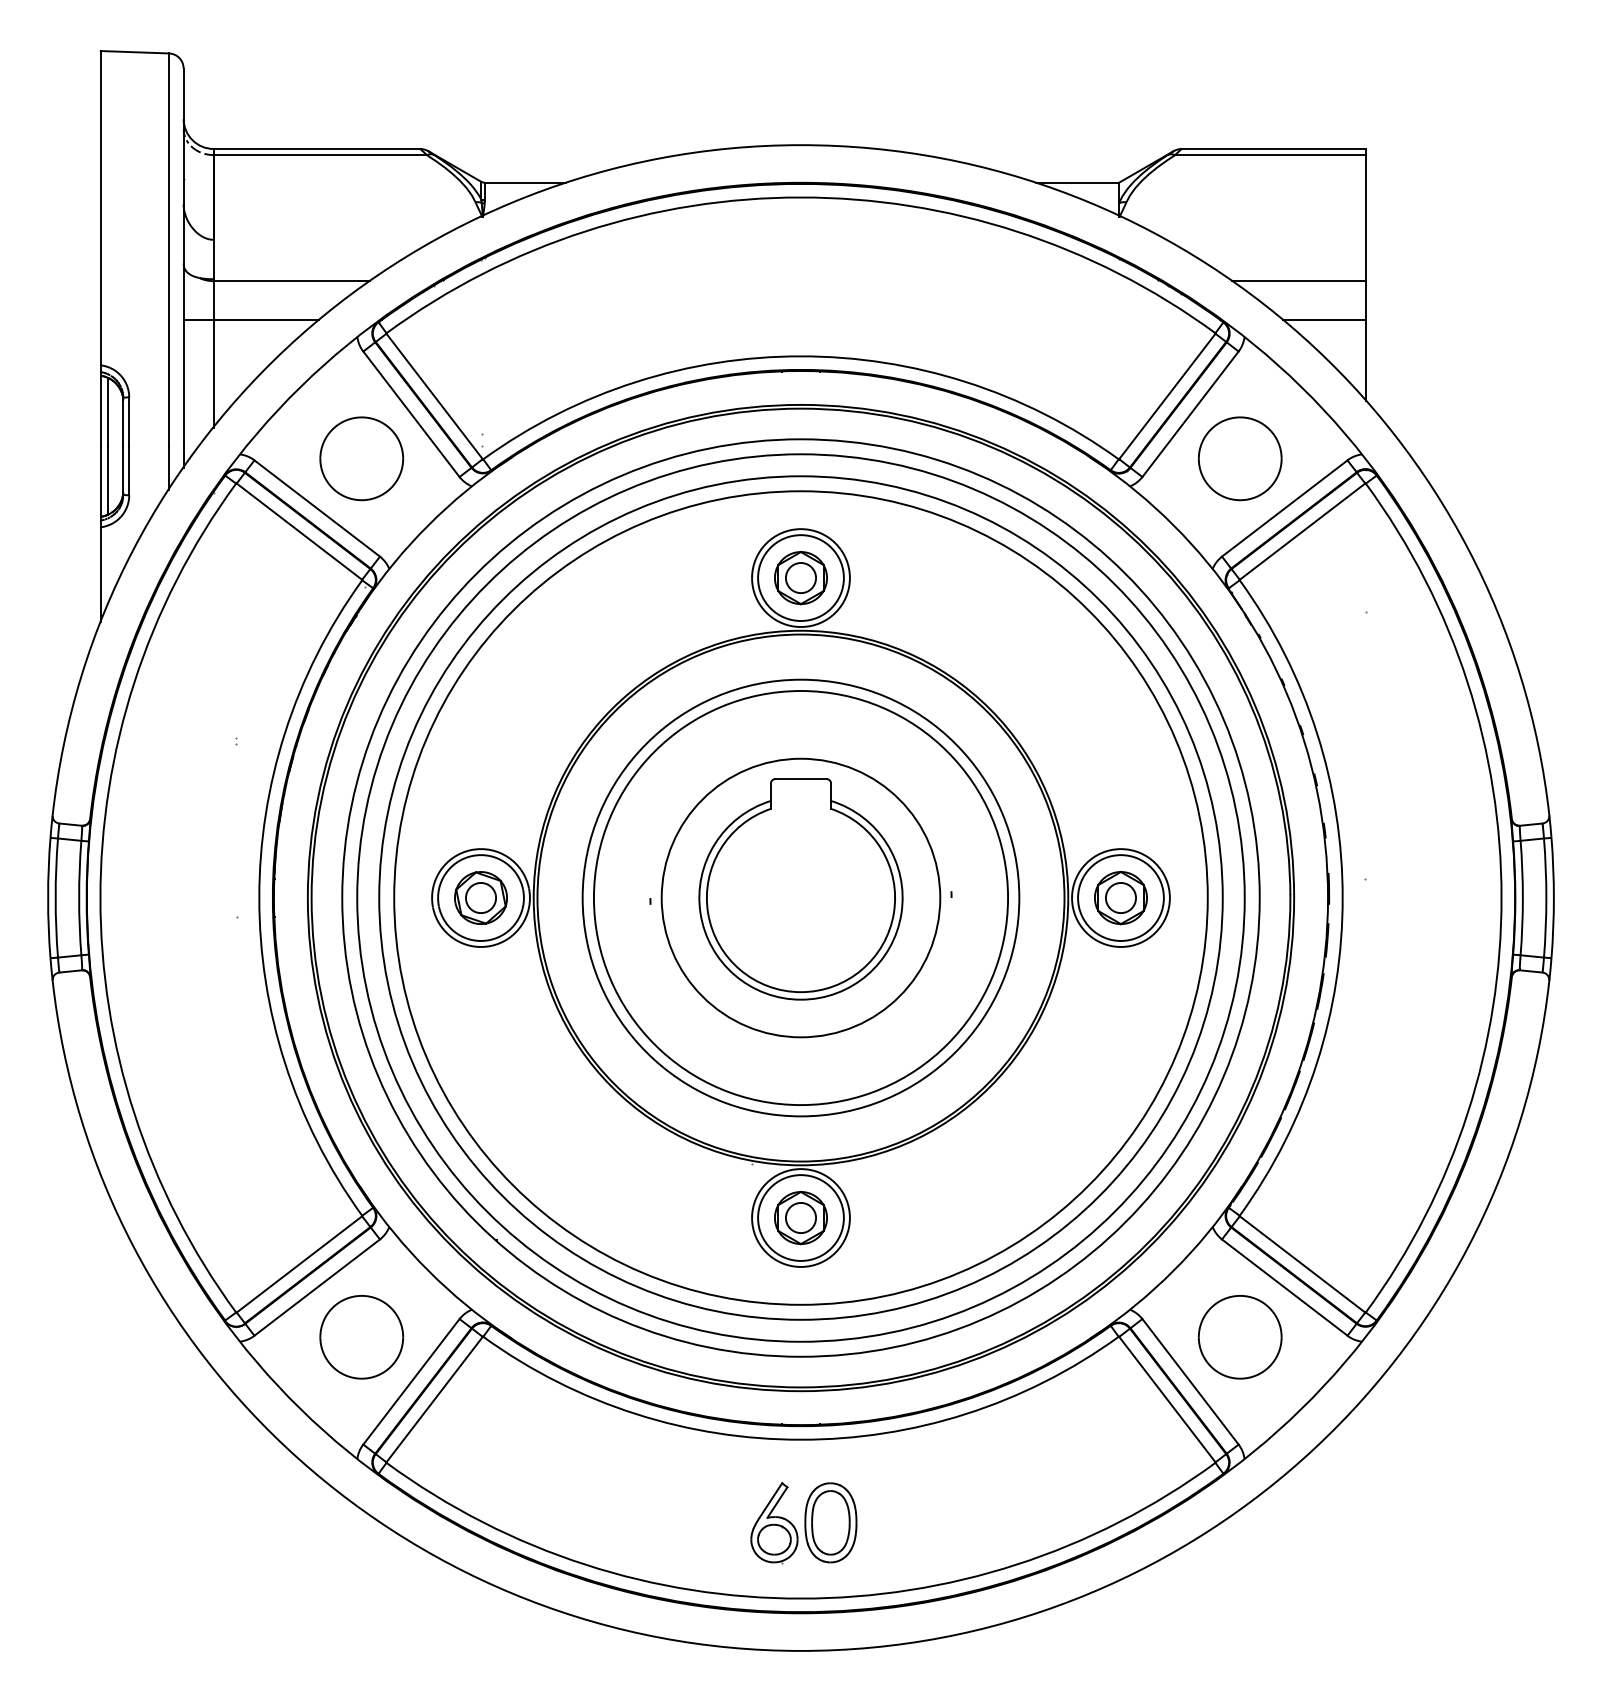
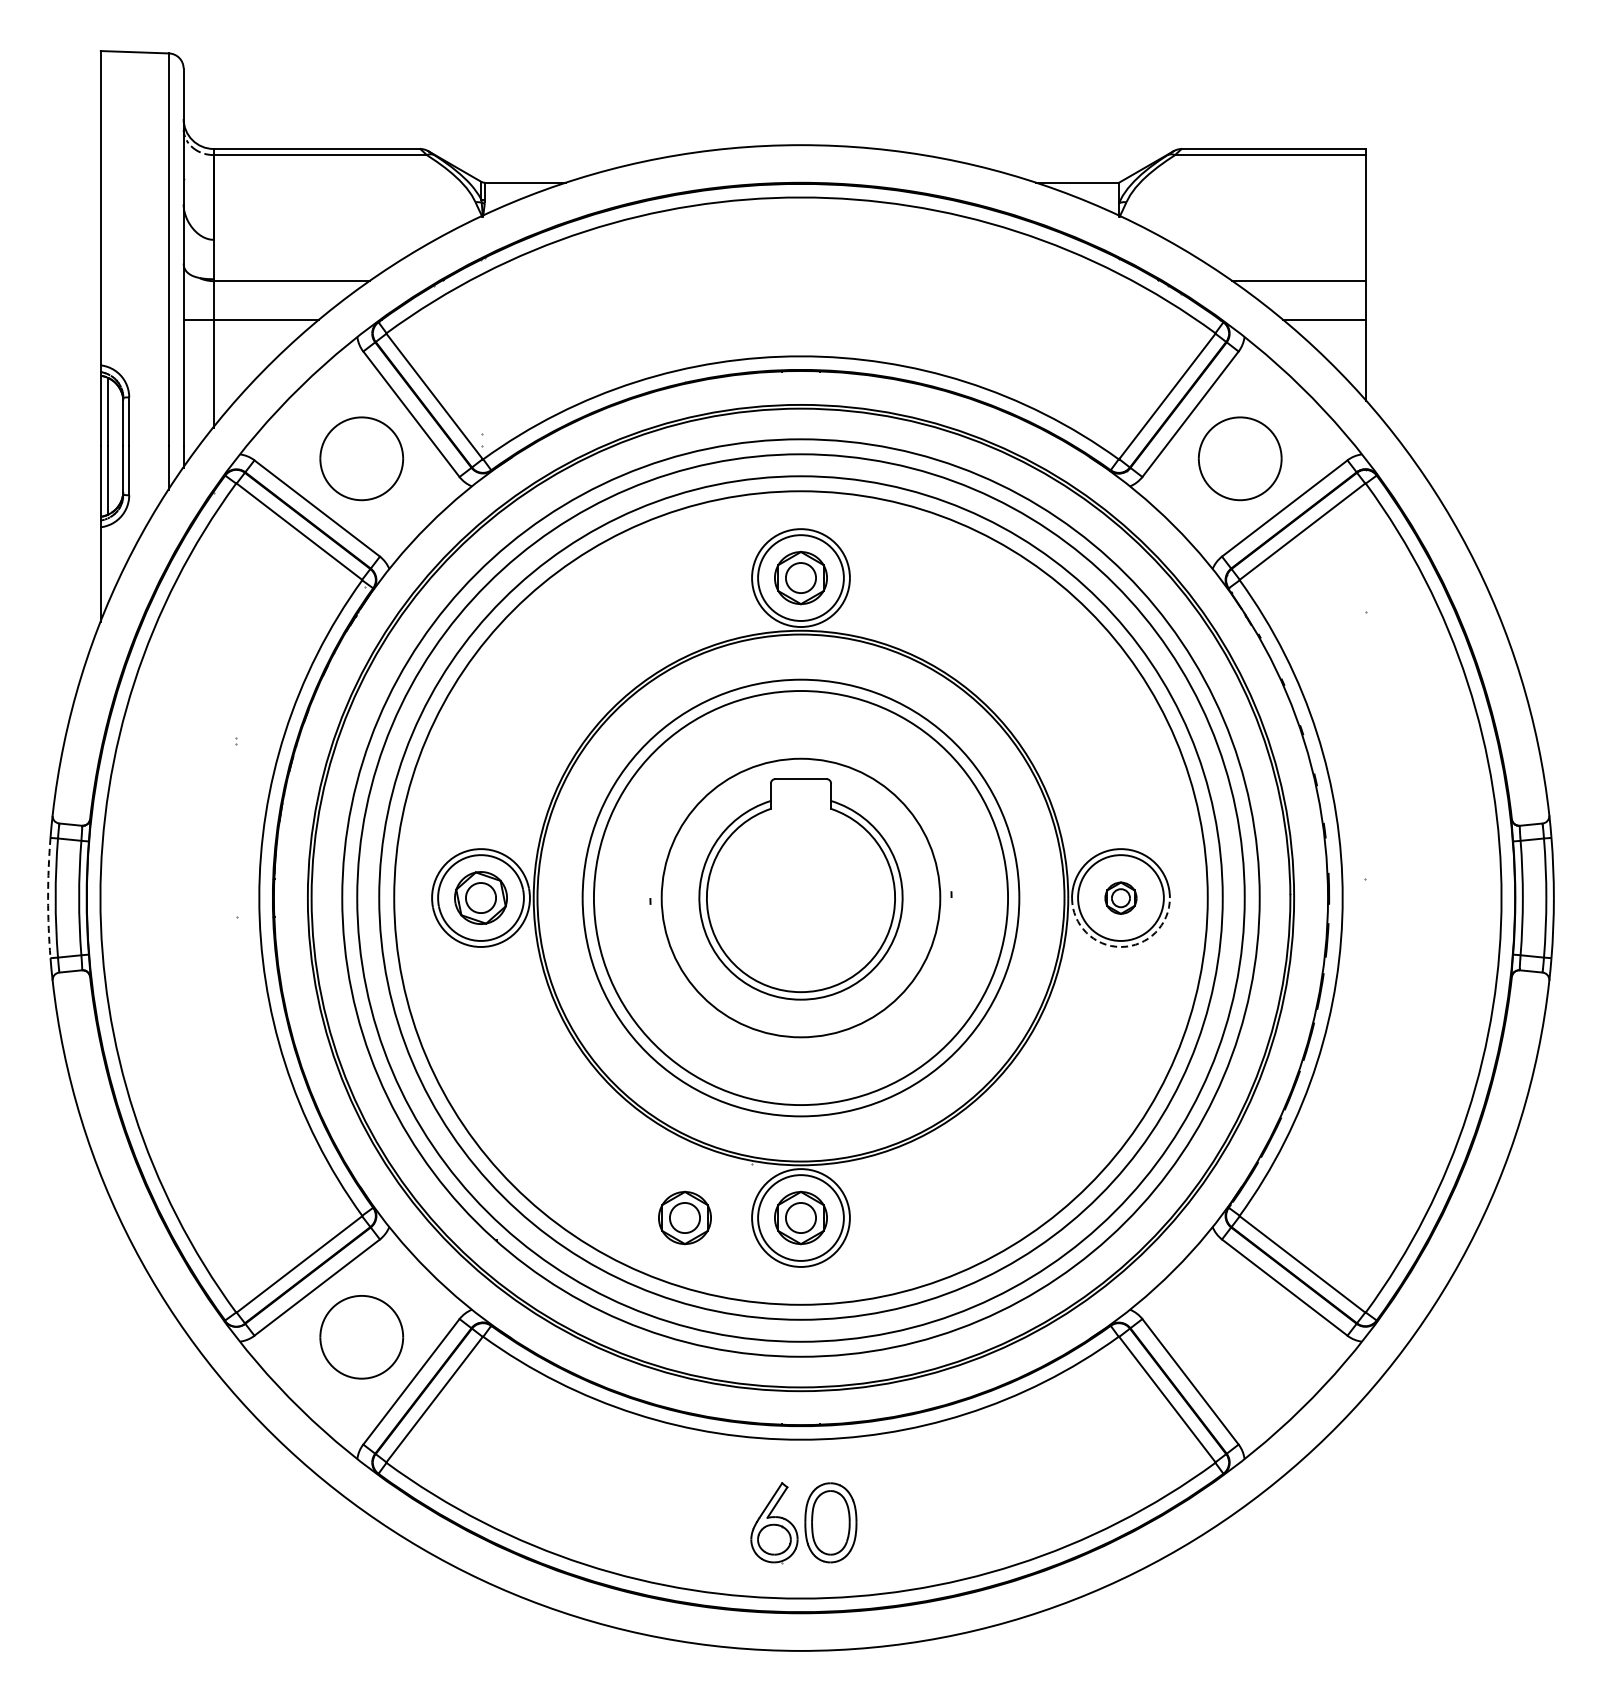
arc at (48, 898): solid -> dashed
part at (1120, 898) size: 54x55 px -> 34x34 px
arc at (1120, 946): solid -> dashed
part at (684, 1217): none -> present
part at (1239, 1337): present -> none
